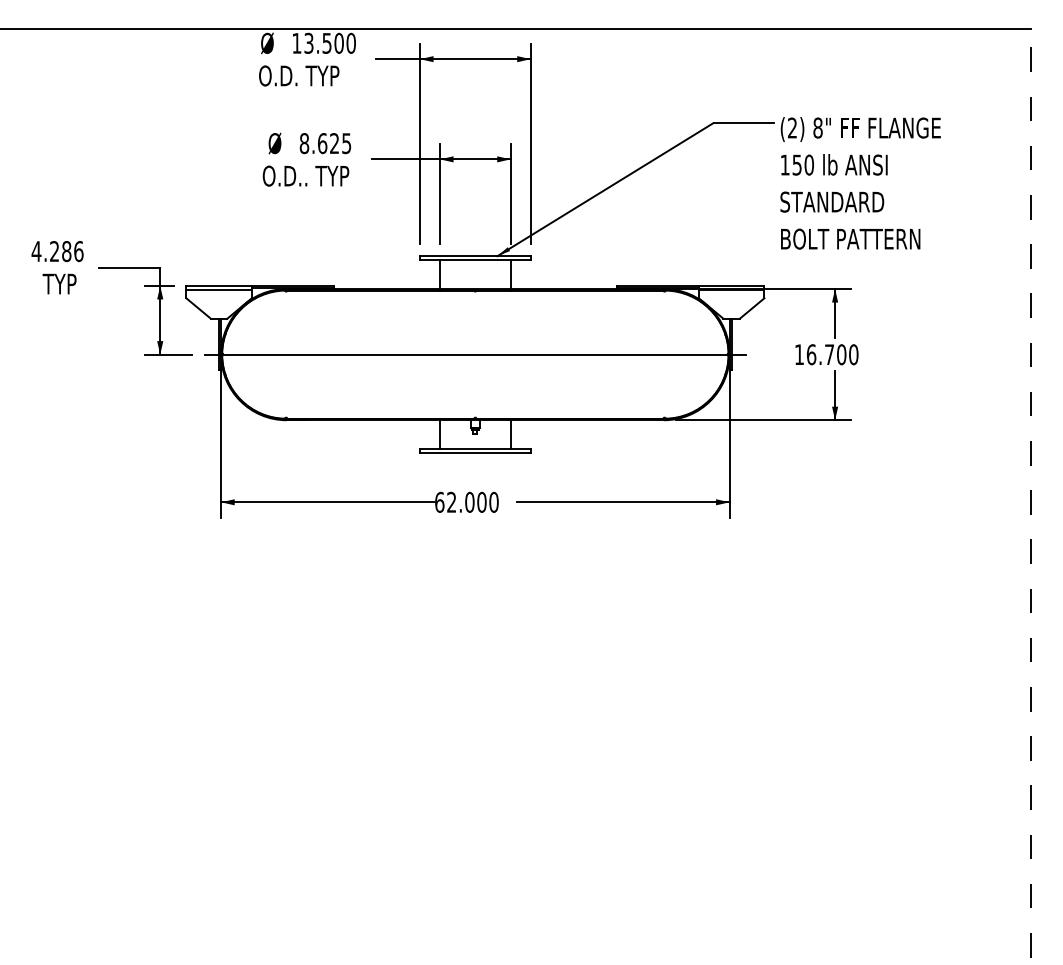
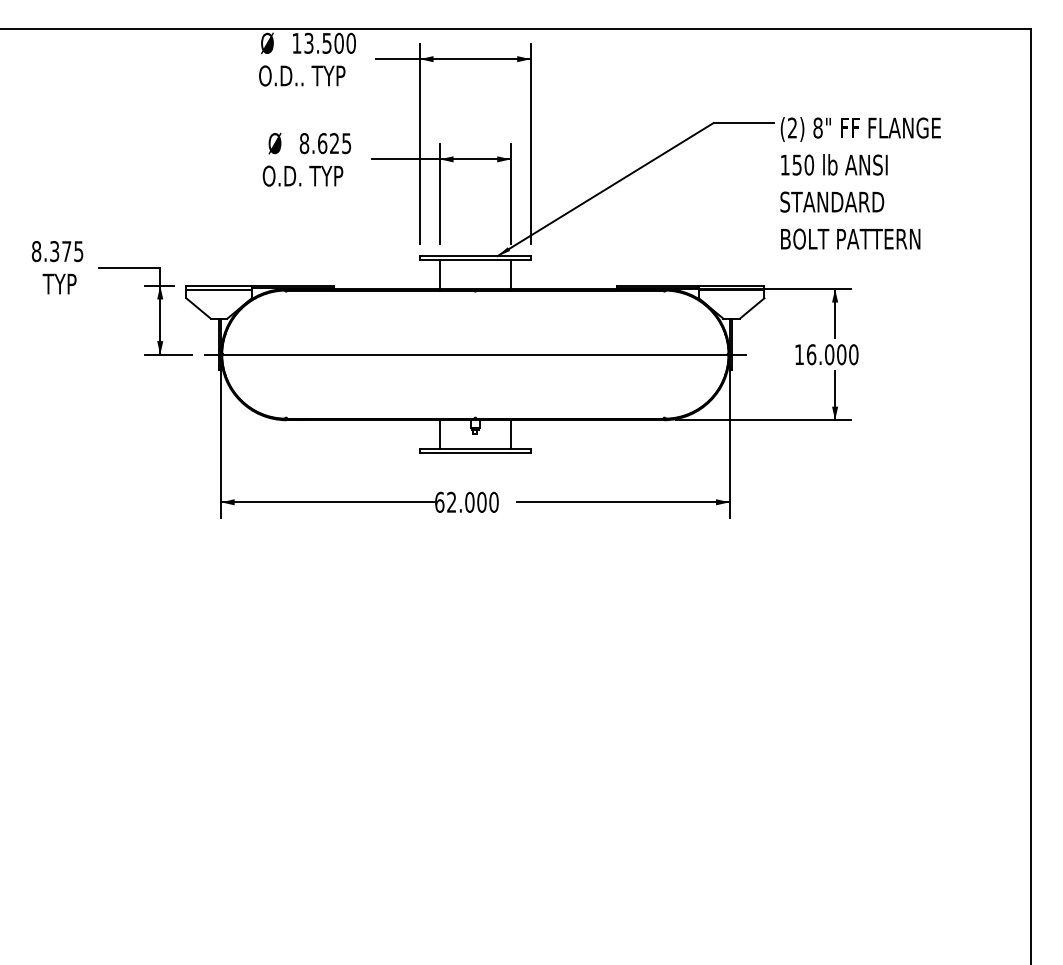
text at (323, 75): O.D. TYP -> O.D.. TYP
text at (327, 175): O.D.. TYP -> O.D. TYP
text at (57, 251): 4.286 -> 8.375
text at (829, 354): 16.700 -> 16.000
line at (1031, 496): dashed -> solid
